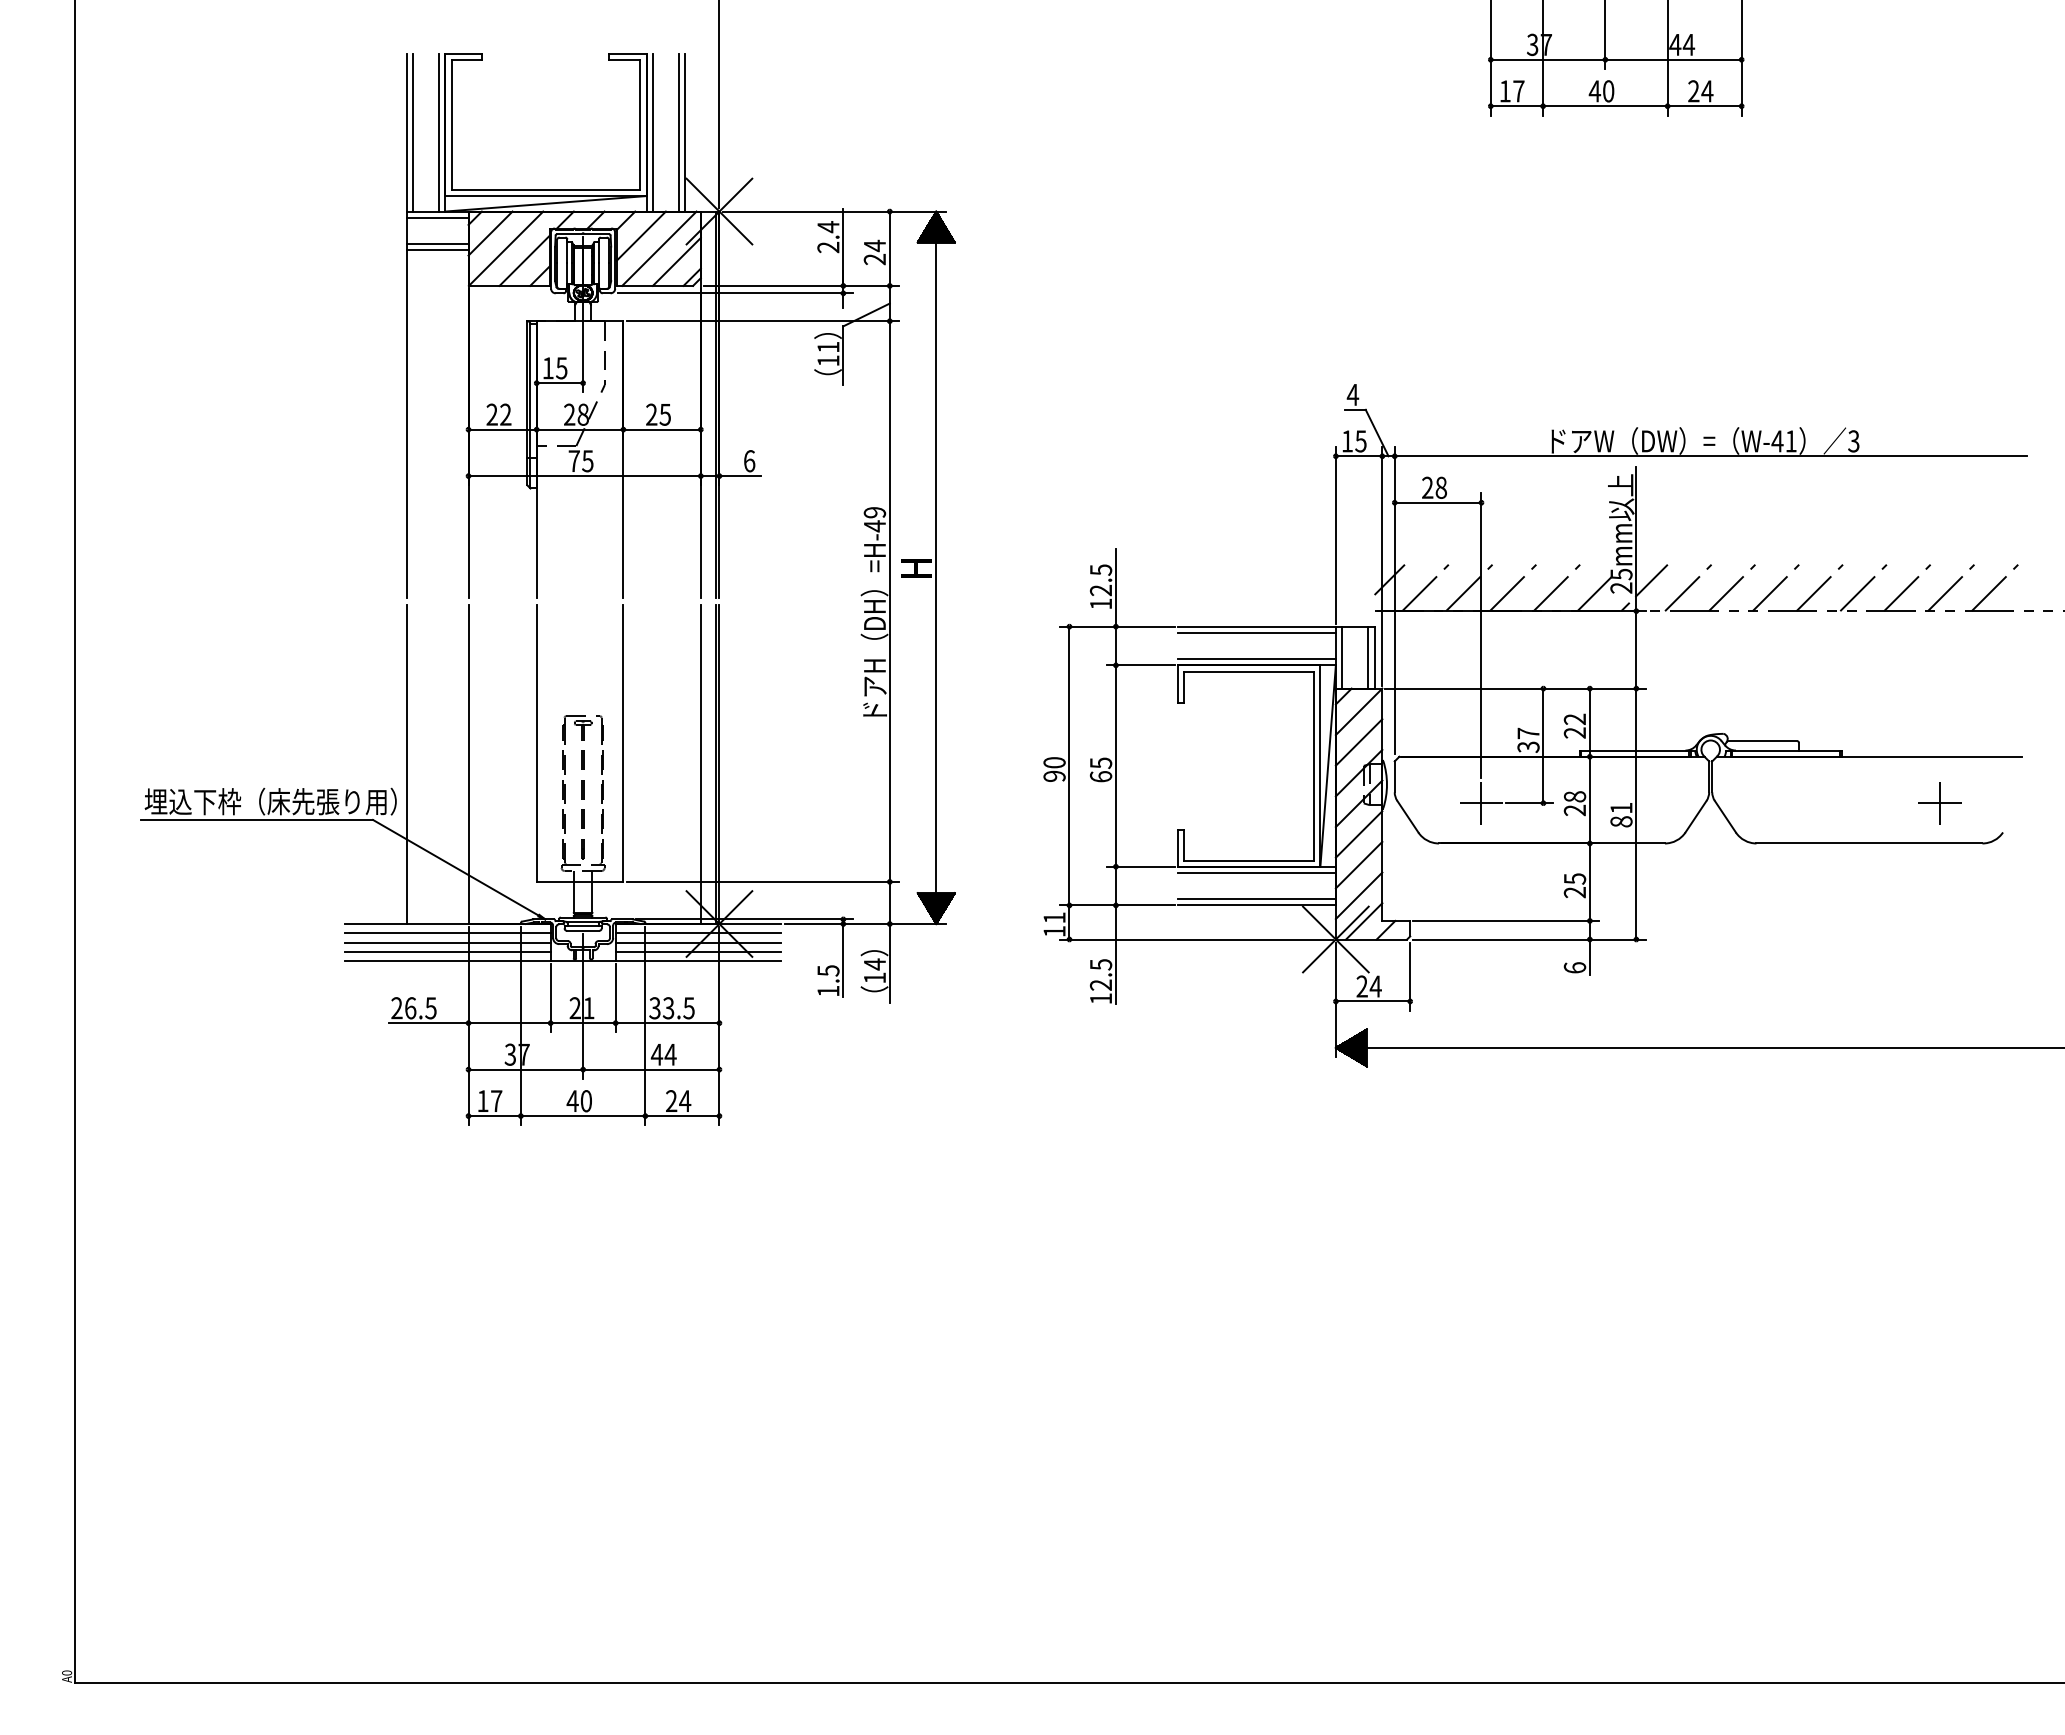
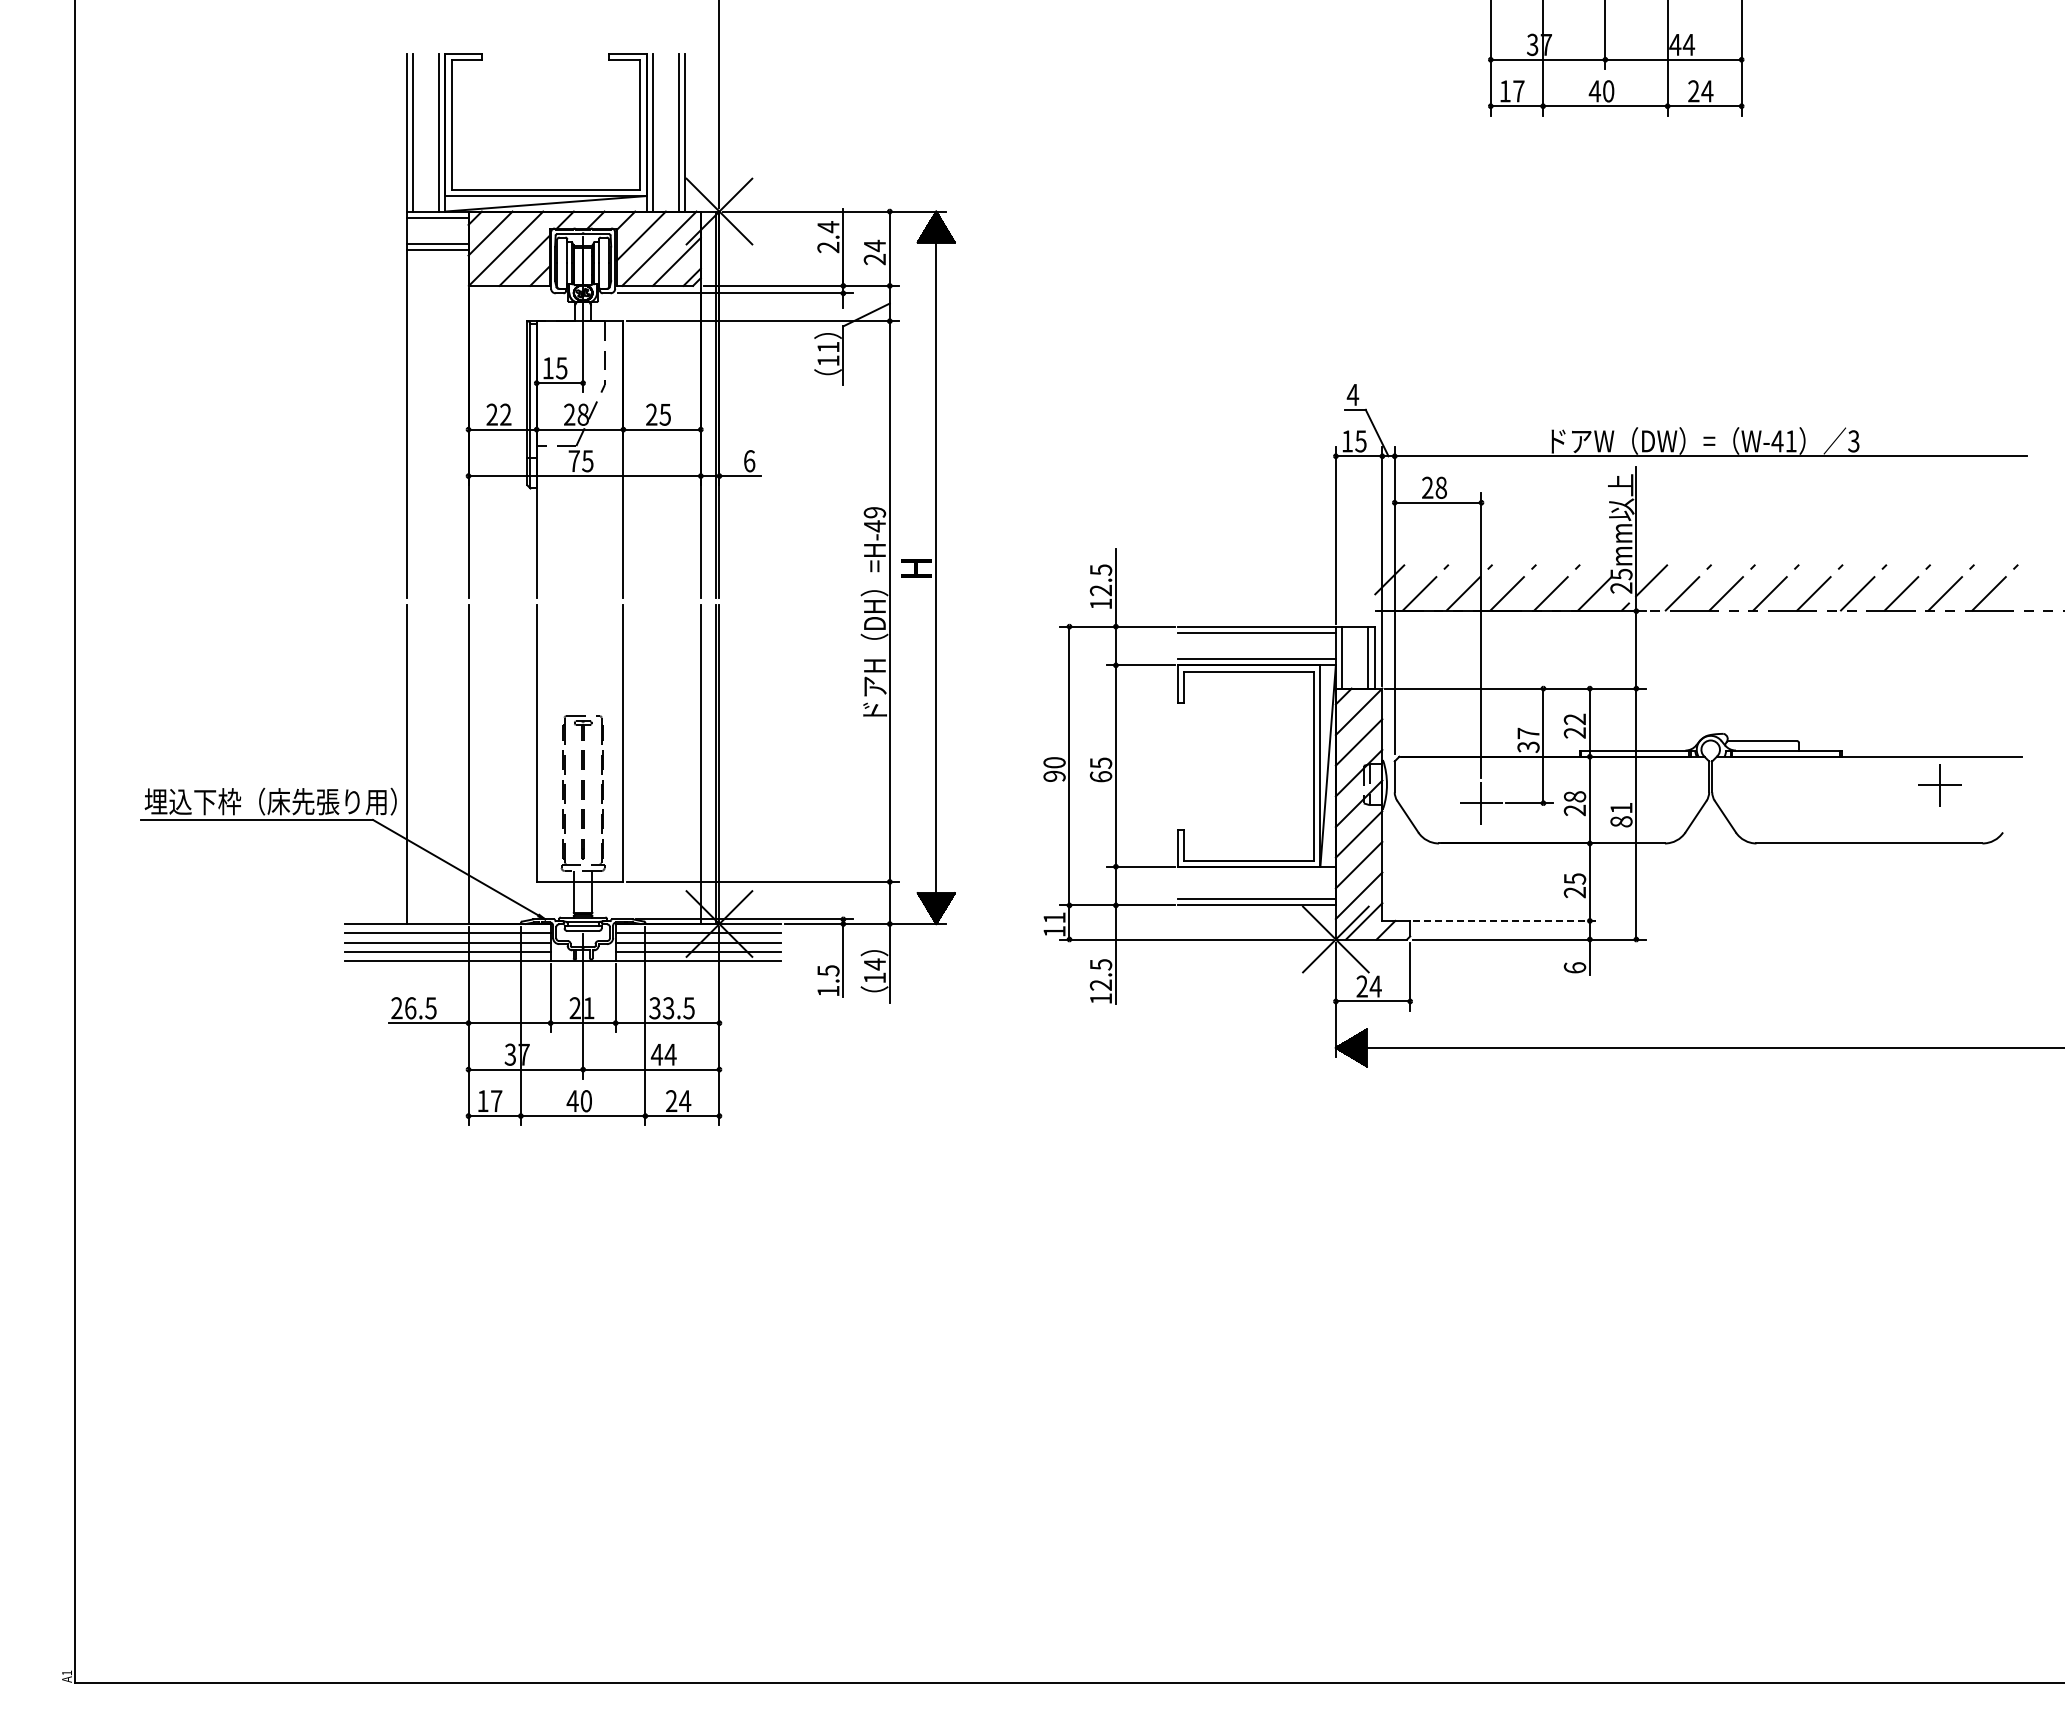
part at (1939, 803) position: (1939, 803) -> (1939, 785)
line at (1256, 872): present -> none
line at (1506, 920): solid -> dashed
text at (66, 1672): A0 -> A1
